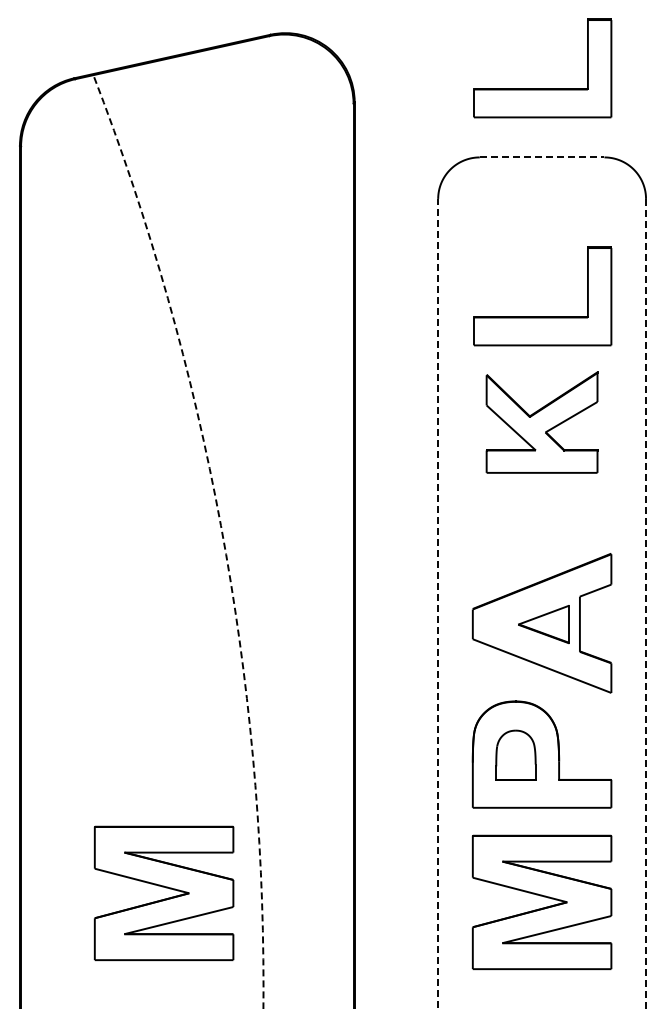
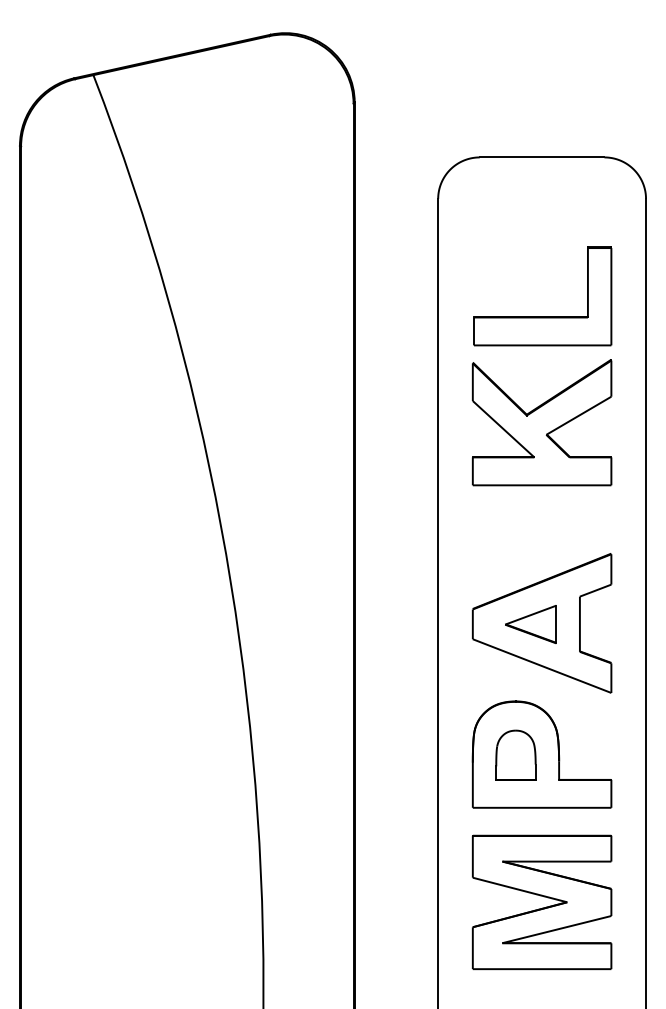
part at (542, 88): present -> none
line at (542, 157): dashed -> solid
part at (541, 422) size: 114x103 px -> 142x128 px
arc at (222, 535): dashed -> solid
line at (438, 603): dashed -> solid
line at (646, 603): dashed -> solid
part at (543, 624) position: (543, 624) -> (530, 624)
part at (163, 893): present -> none
